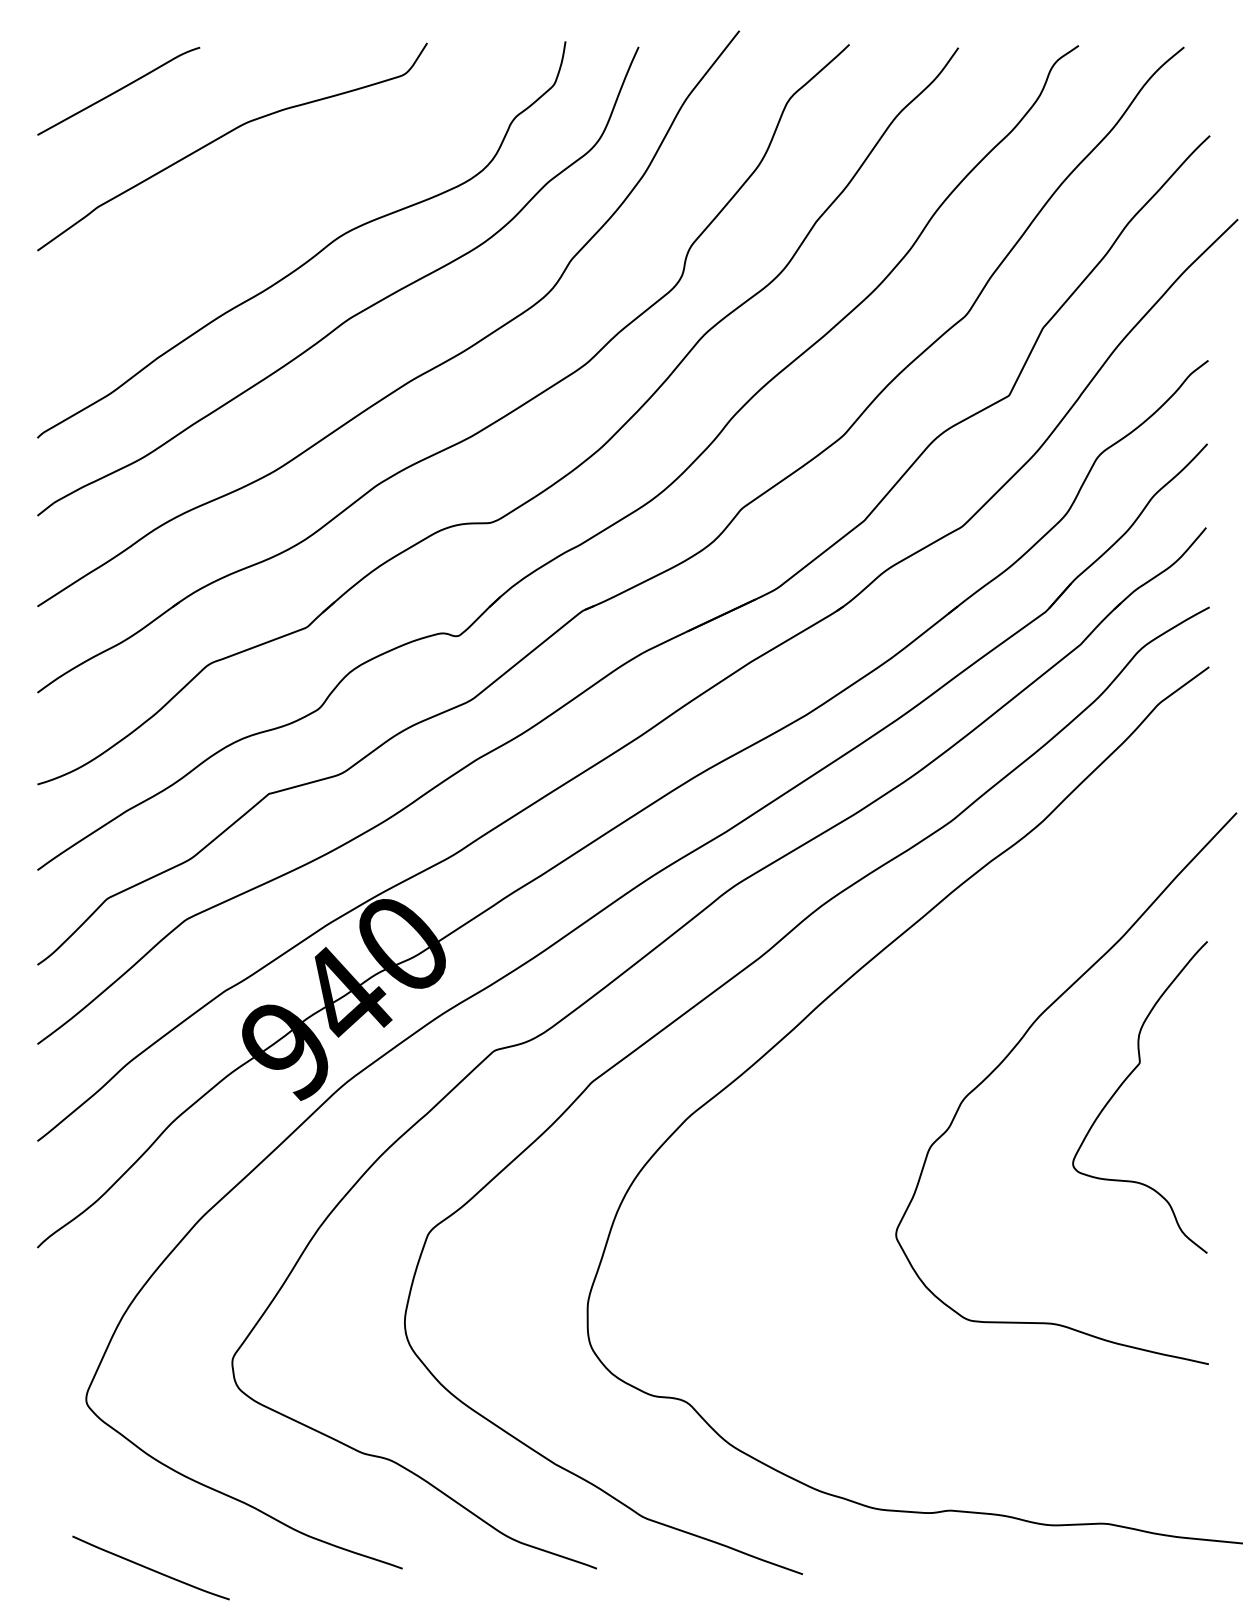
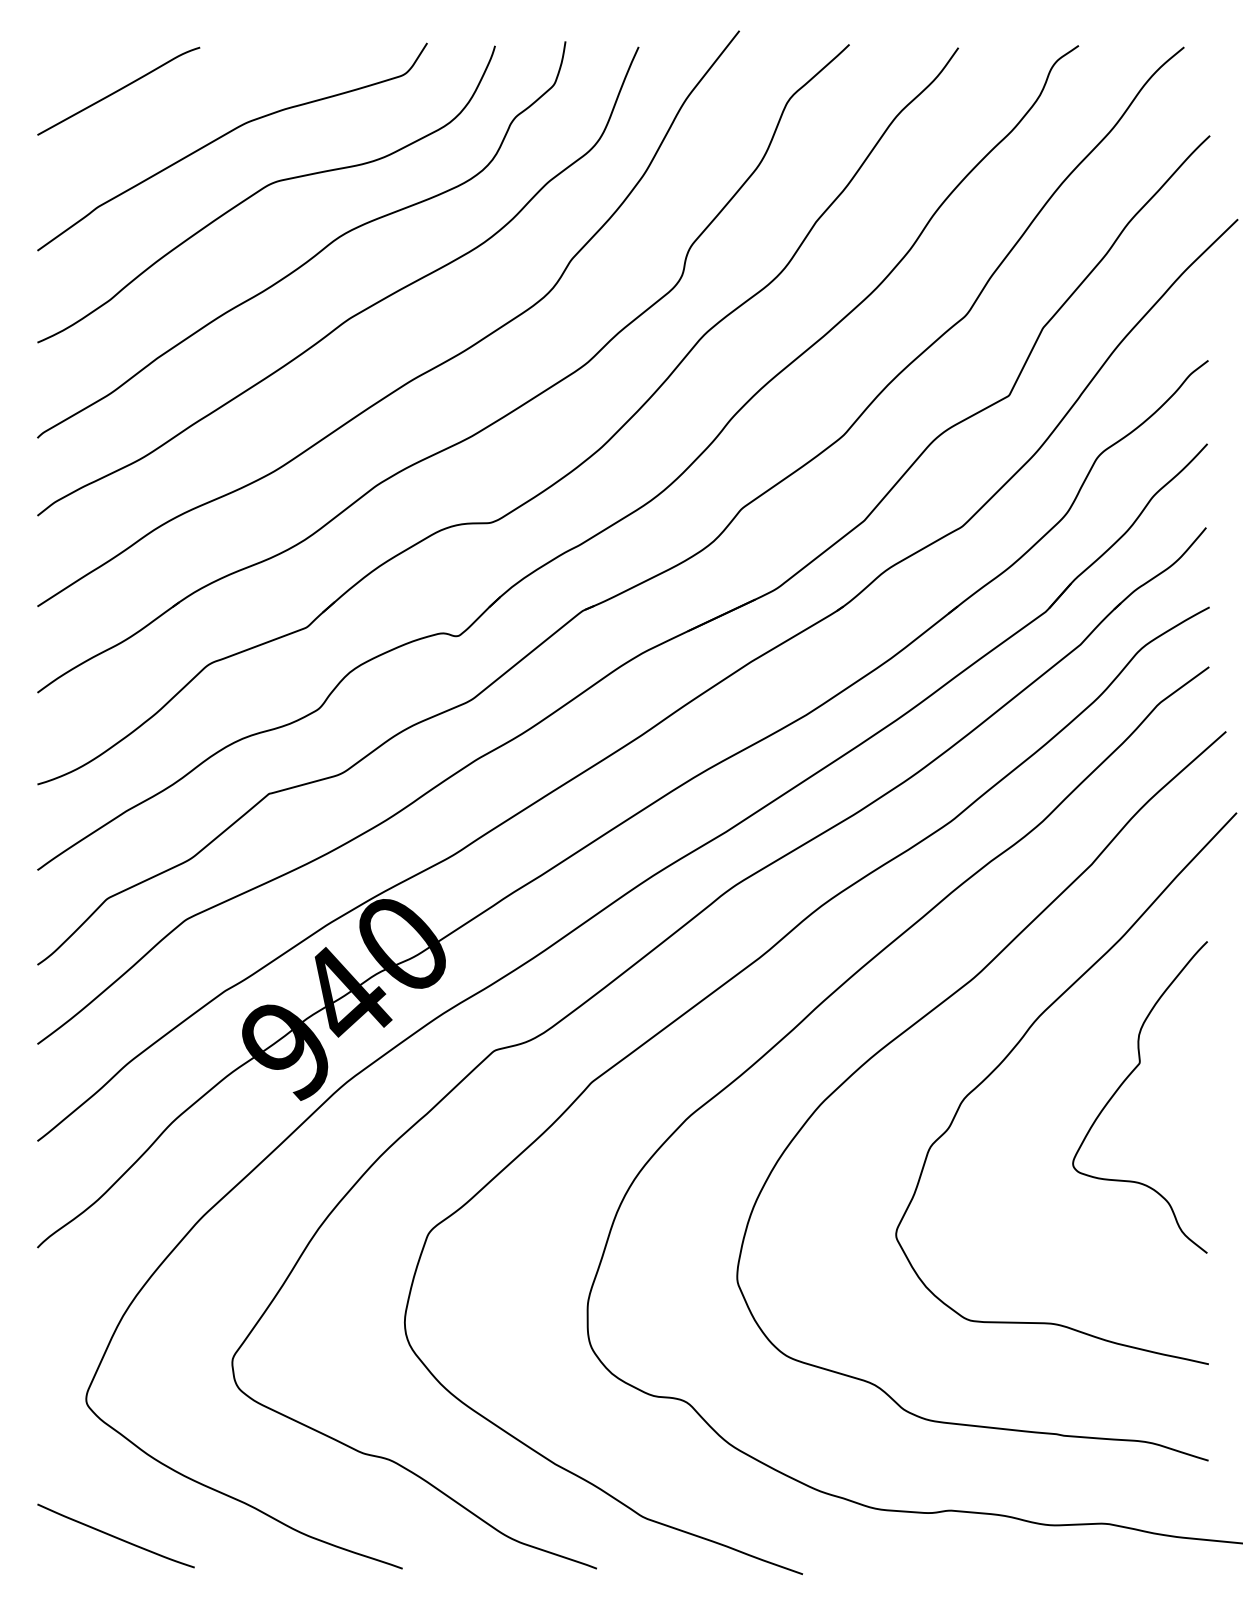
curve at (263, 189): none -> present
curve at (922, 1019): none -> present
curve at (149, 1567) position: (149, 1567) -> (114, 1535)
